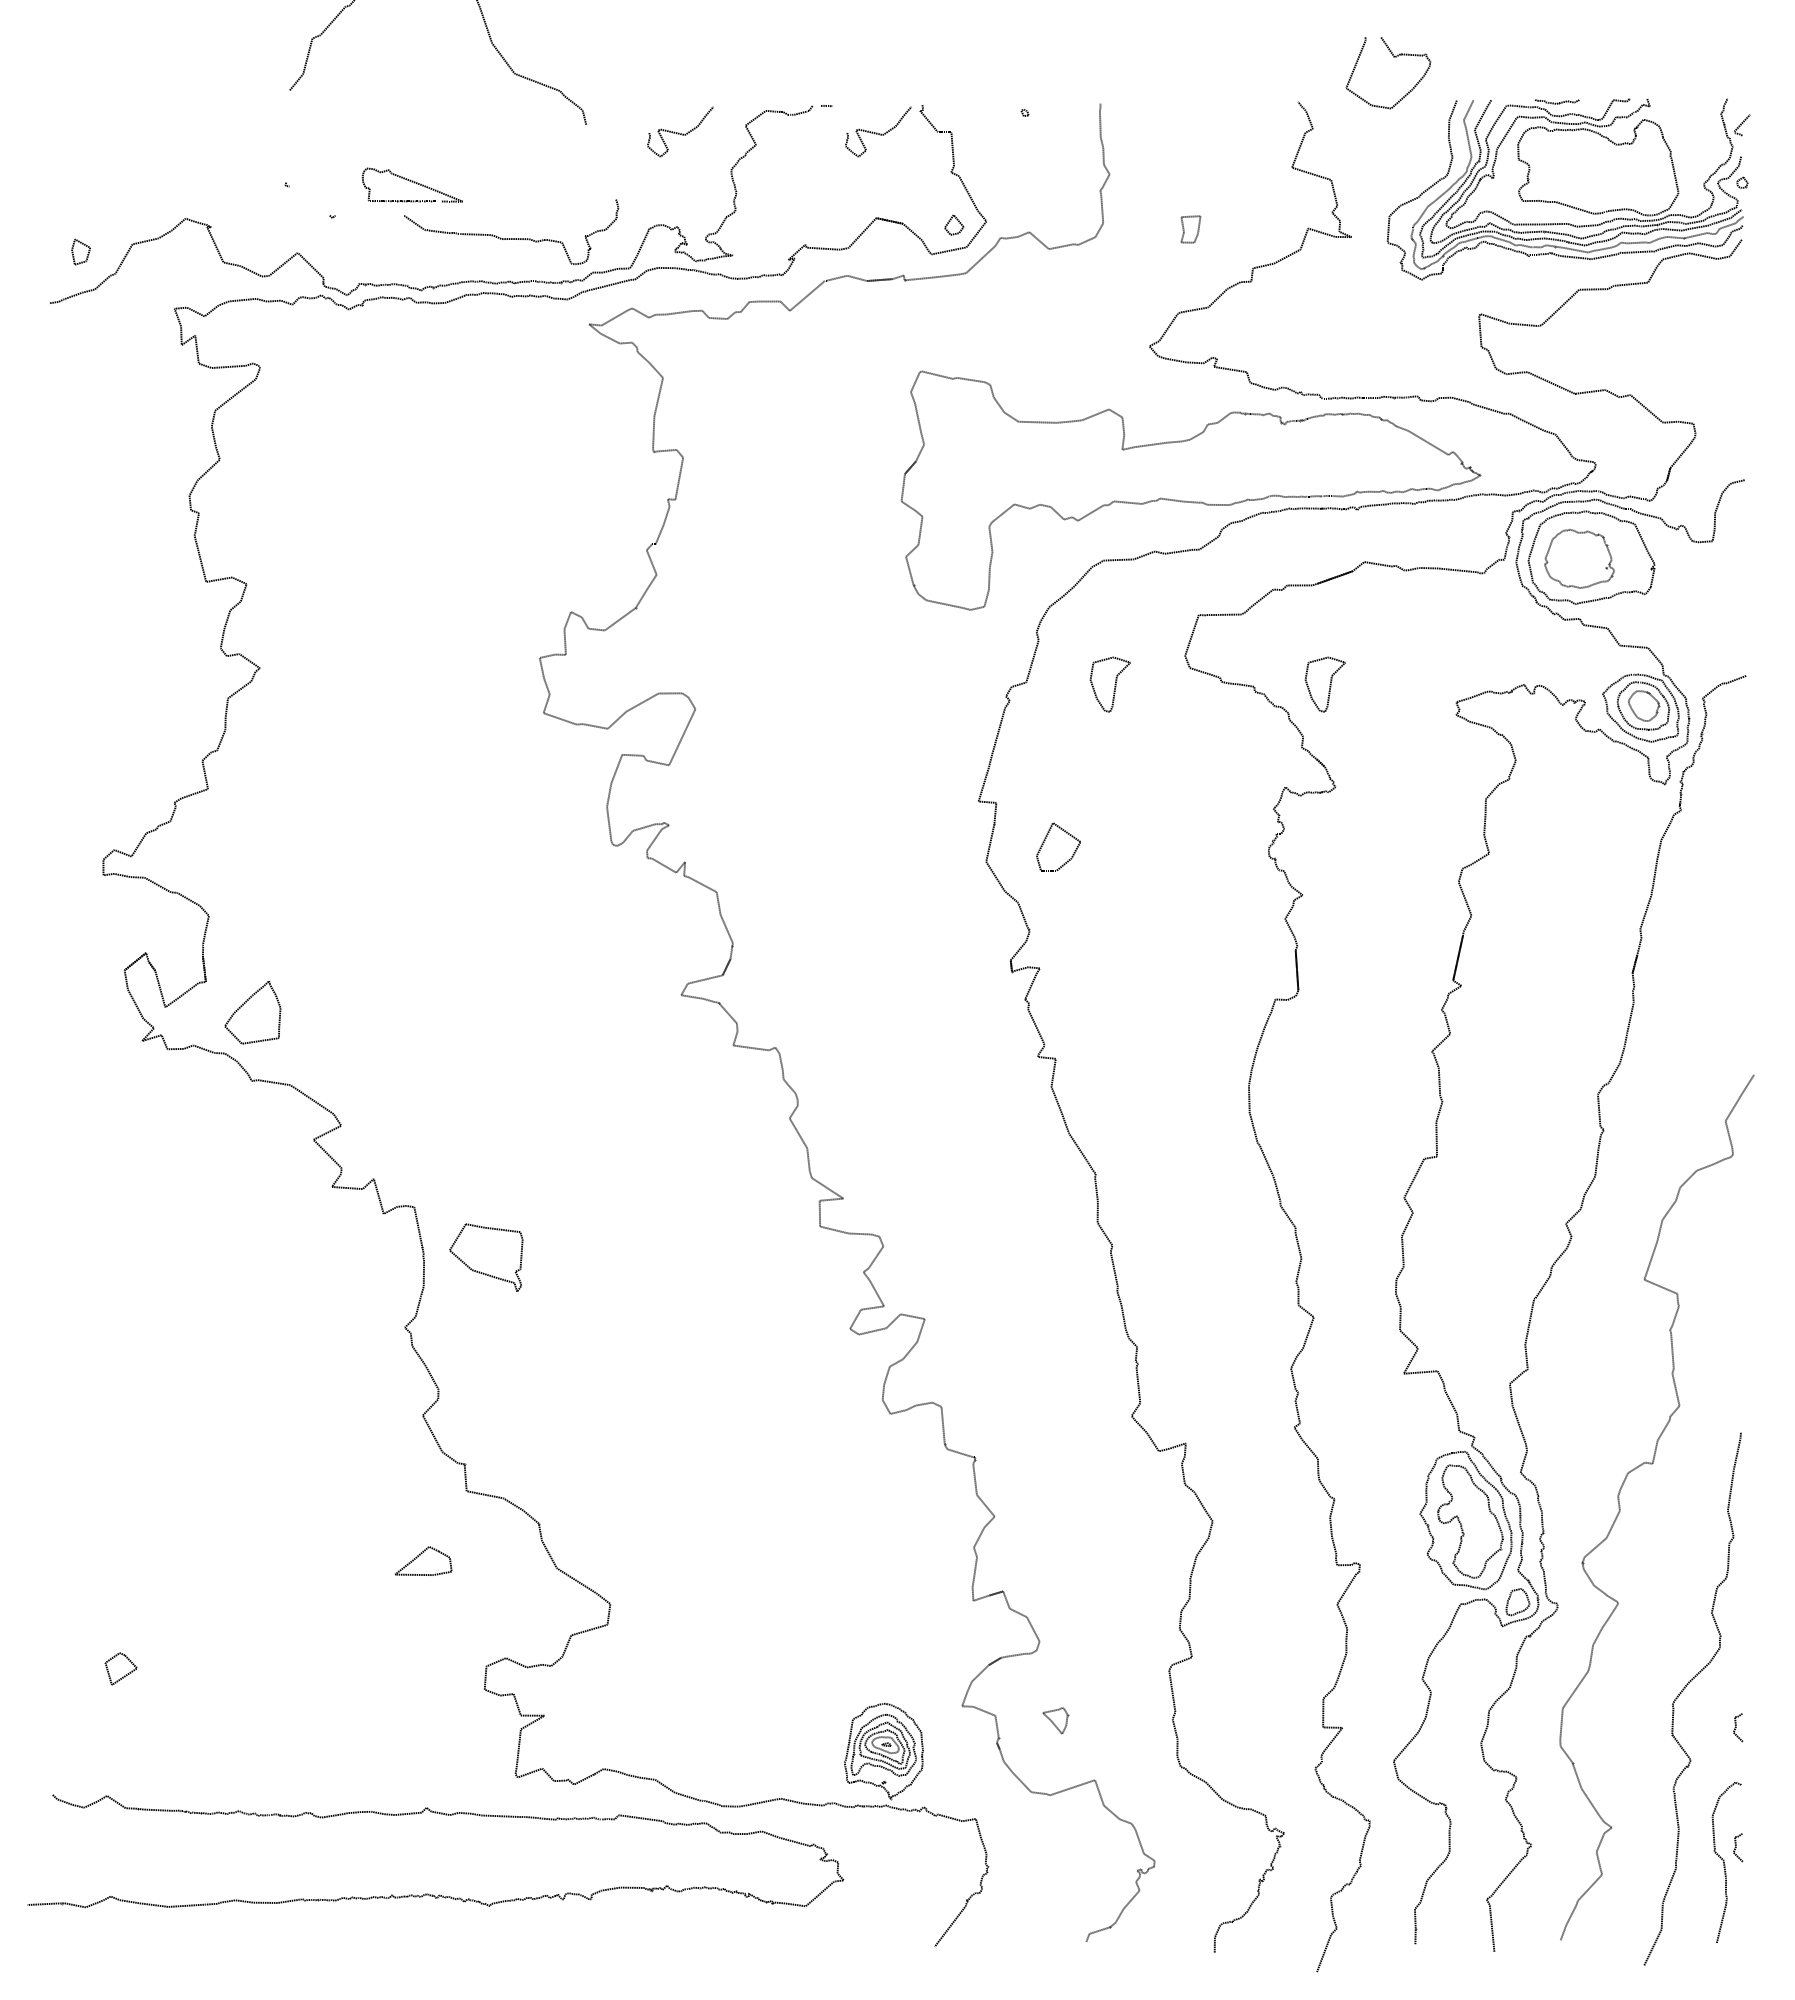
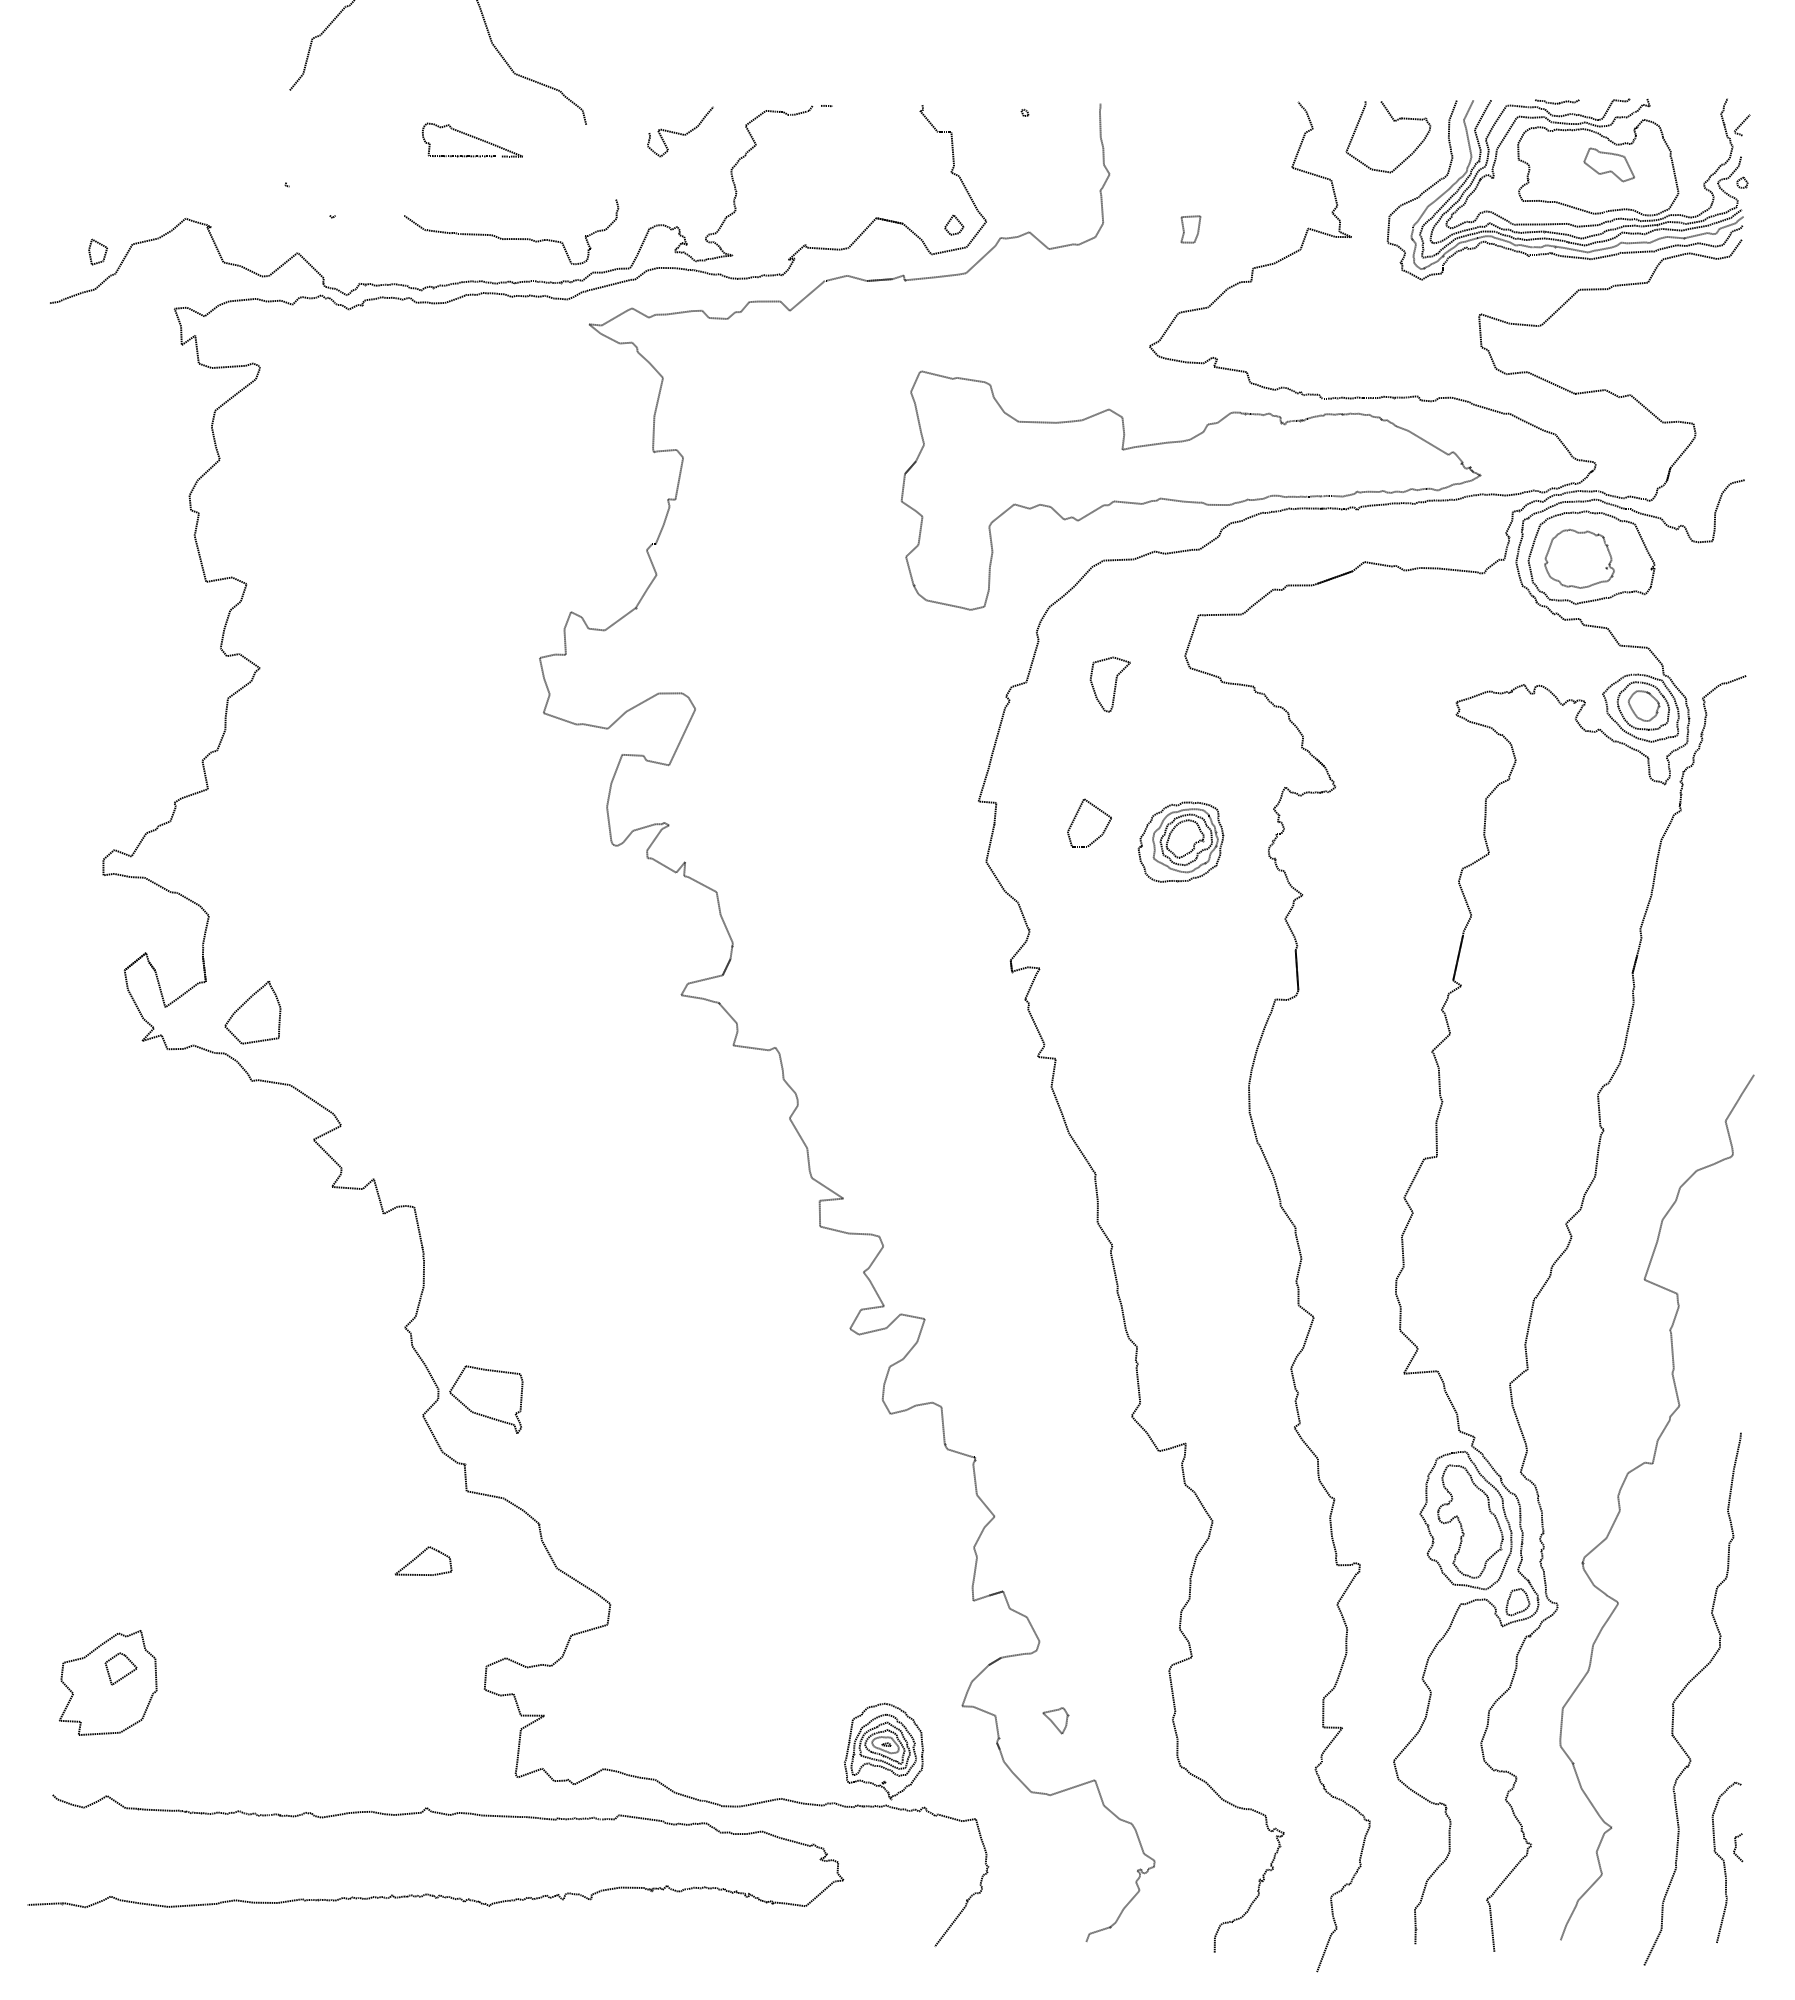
curve at (1393, 57) position: (1393, 57) -> (1393, 121)
curve at (877, 132): present -> none
part at (1608, 164): none -> present
curve at (411, 182) position: (411, 182) -> (471, 137)
part at (80, 251) position: (80, 251) -> (97, 251)
part at (1324, 684): present -> none
part at (1045, 840) position: (1045, 840) -> (1076, 816)
part at (1180, 841): none -> present
part at (486, 1257) position: (486, 1257) -> (486, 1399)
part at (108, 1682): none -> present
curve at (1736, 1727): present -> none
